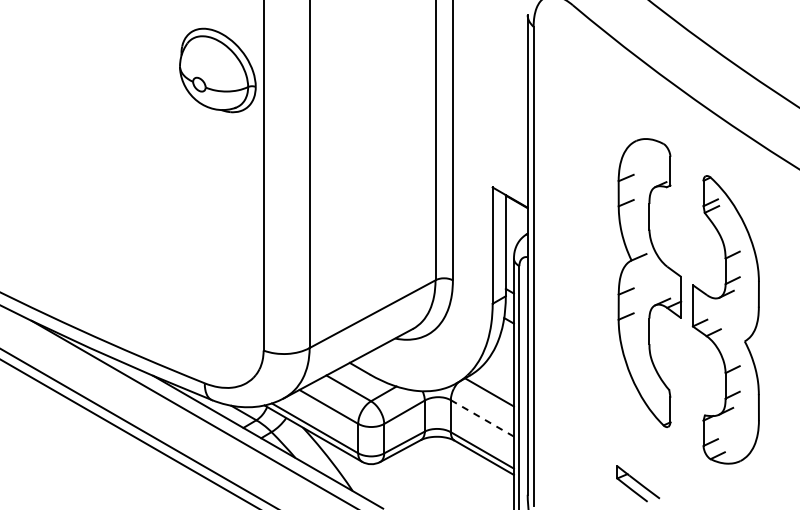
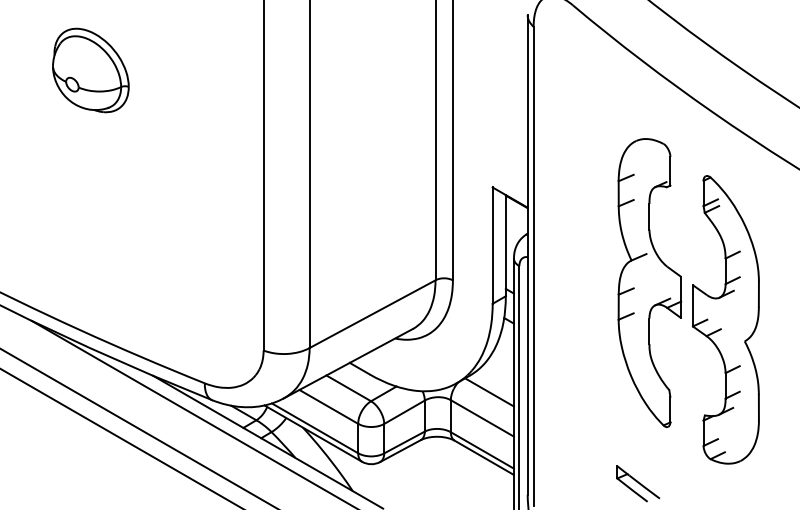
part at (217, 70) position: (217, 70) -> (90, 70)
line at (481, 418): dashed -> solid
line at (128, 433) position: (128, 433) -> (120, 437)
